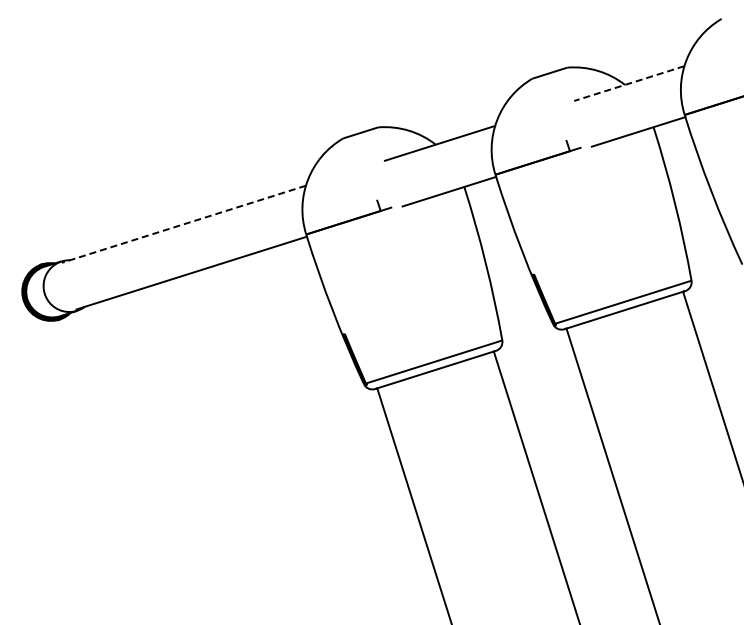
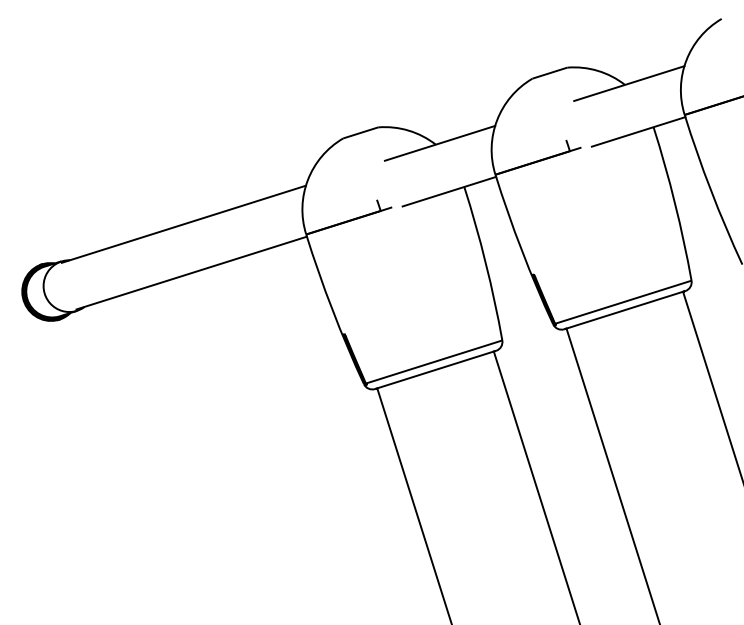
line at (629, 83): dashed -> solid
line at (183, 224): dashed -> solid
